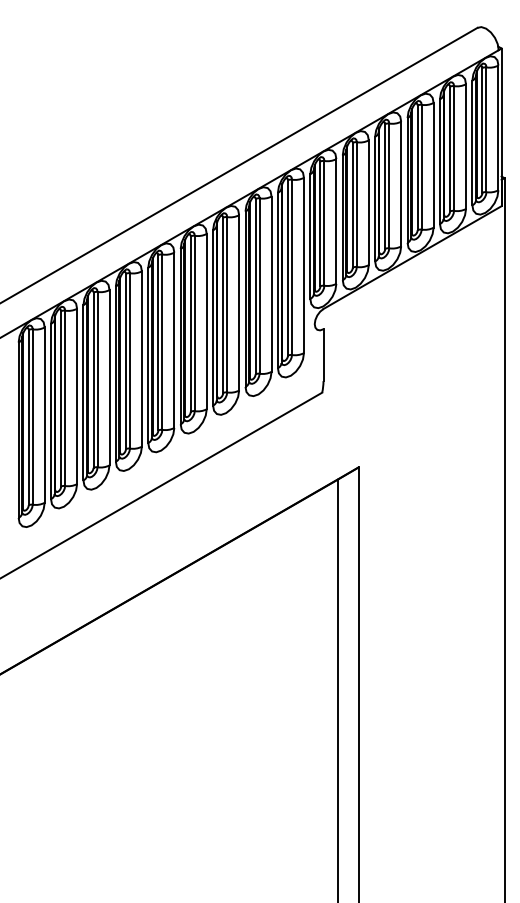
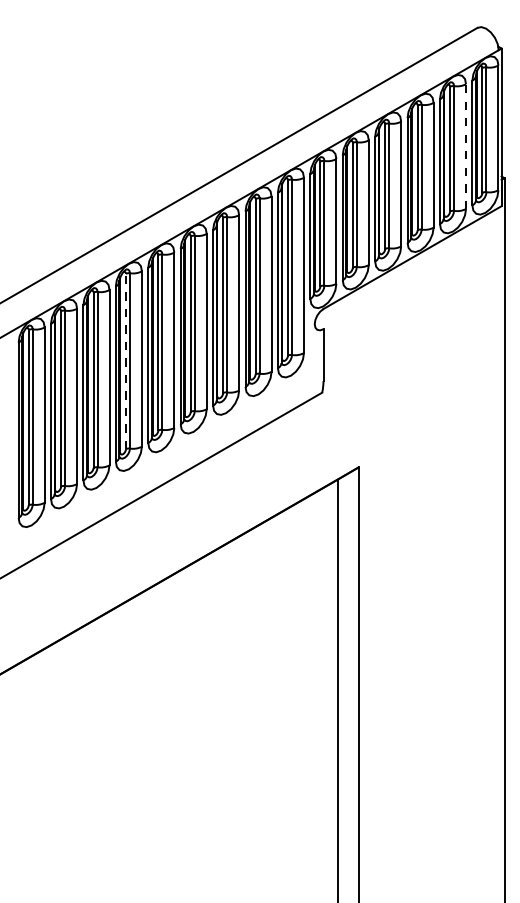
line at (466, 146): solid -> dashed
line at (125, 361): solid -> dashed
